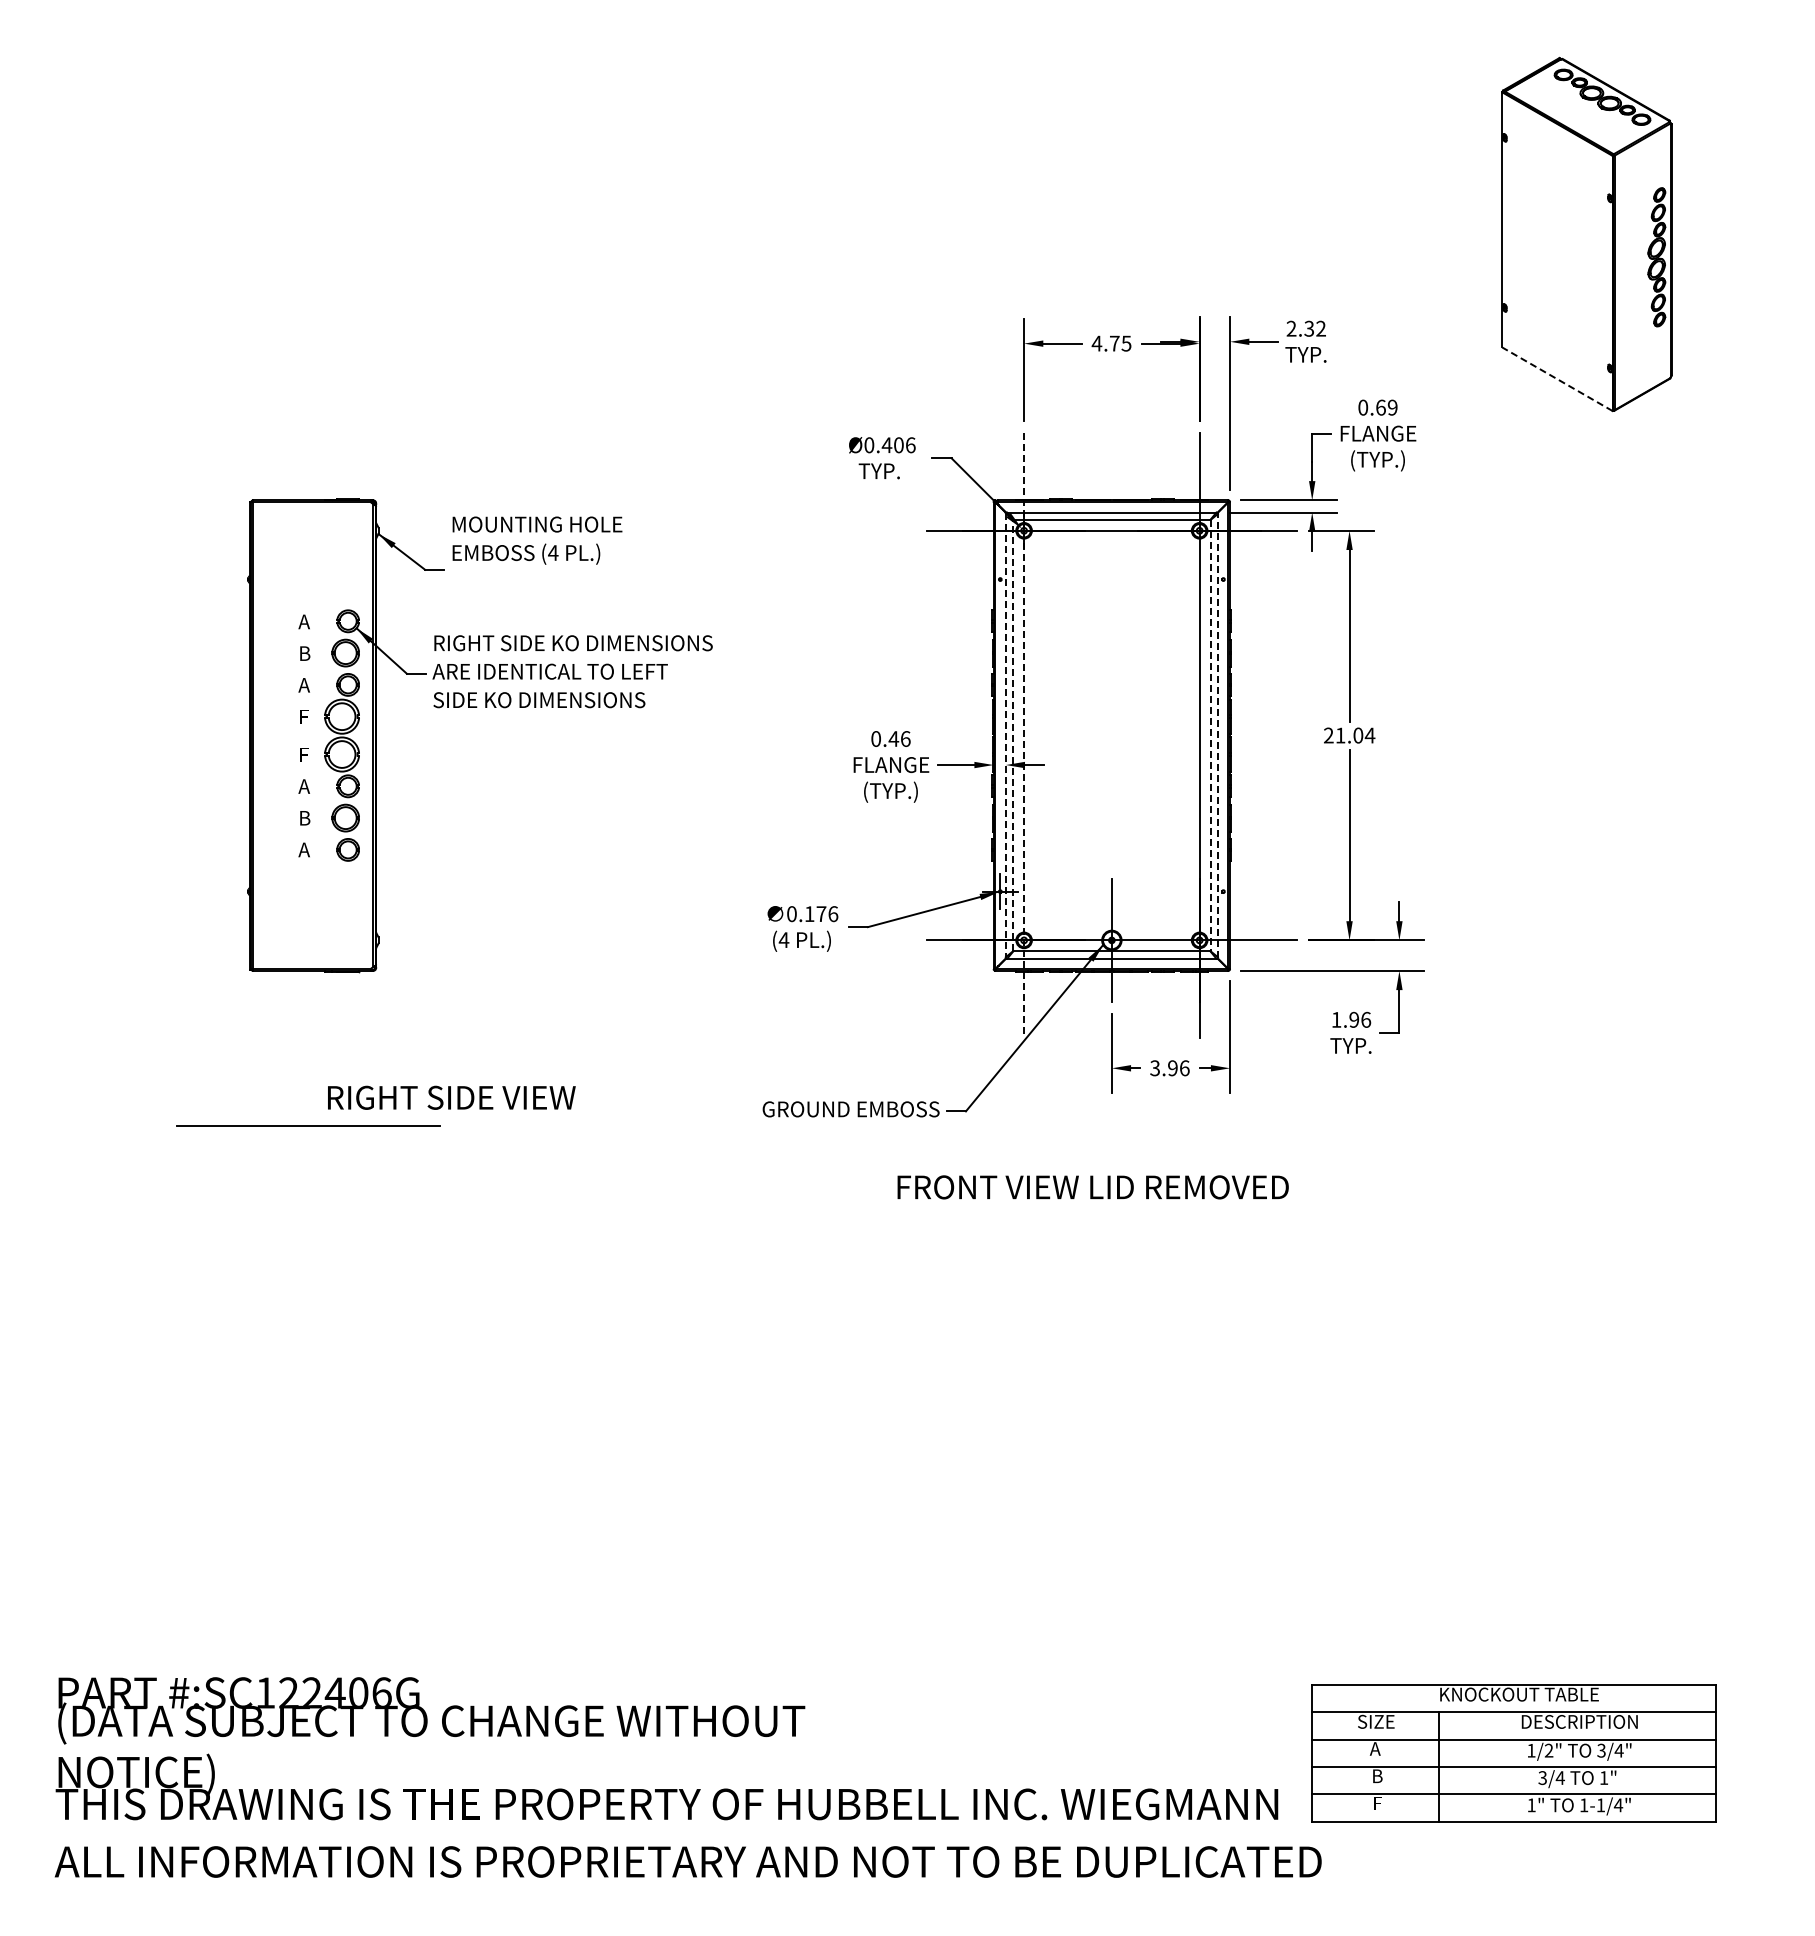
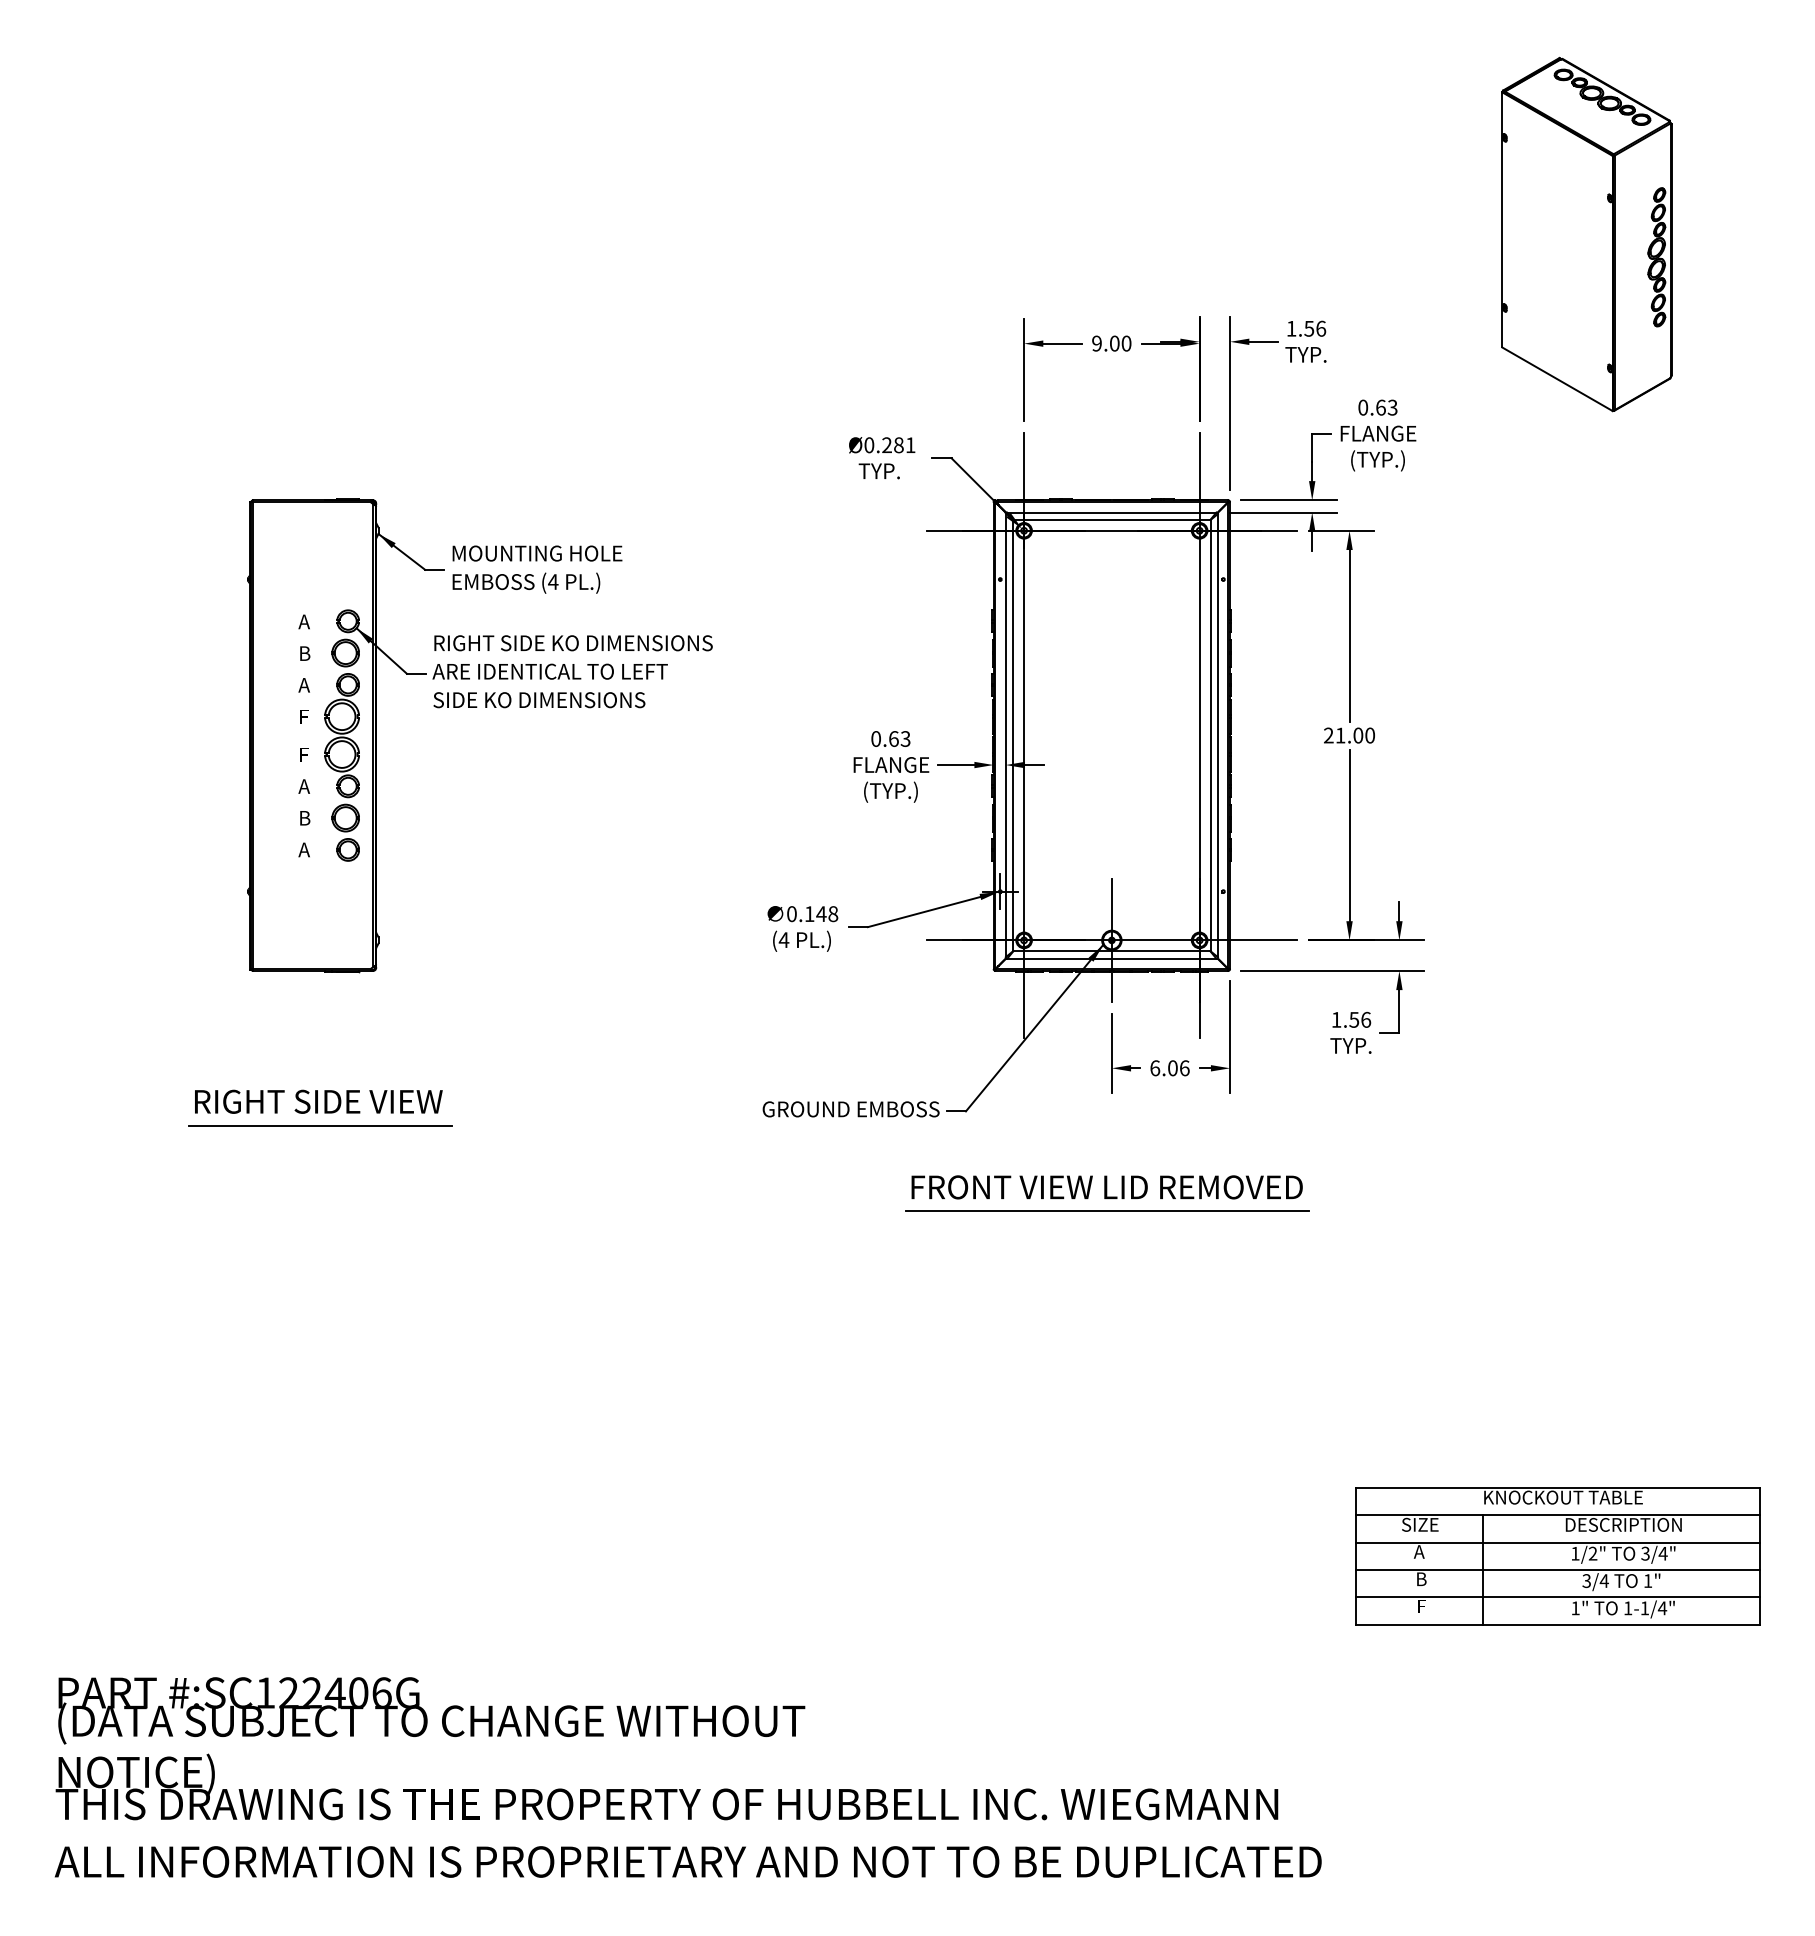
text at (1306, 328): 2.32 -> 1.56
text at (1111, 343): 4.75 -> 9.00
line at (1557, 379): dashed -> solid
text at (1392, 407): 0.69 -> 0.63
text at (898, 445): Ø0.406 -> Ø0.281
text at (537, 540) position: (537, 540) -> (537, 569)
line at (1005, 735): dashed -> solid
line at (1013, 735): dashed -> solid
line at (1210, 735): dashed -> solid
line at (1217, 735): dashed -> solid
text at (1369, 735): 21.04 -> 21.00
line at (1024, 736): dashed -> solid
text at (899, 738): 0.46 -> 0.63
text at (827, 914): 0.176 -> 0.148
text at (1354, 1019): 1.96 -> 1.56
text at (1163, 1068): 3.96 -> 6.06
text at (451, 1097) position: (451, 1097) -> (318, 1101)
line at (308, 1125) position: (308, 1125) -> (320, 1125)
text at (1092, 1187) position: (1092, 1187) -> (1106, 1187)
line at (1107, 1210): none -> present
part at (1513, 1753) position: (1513, 1753) -> (1557, 1556)
